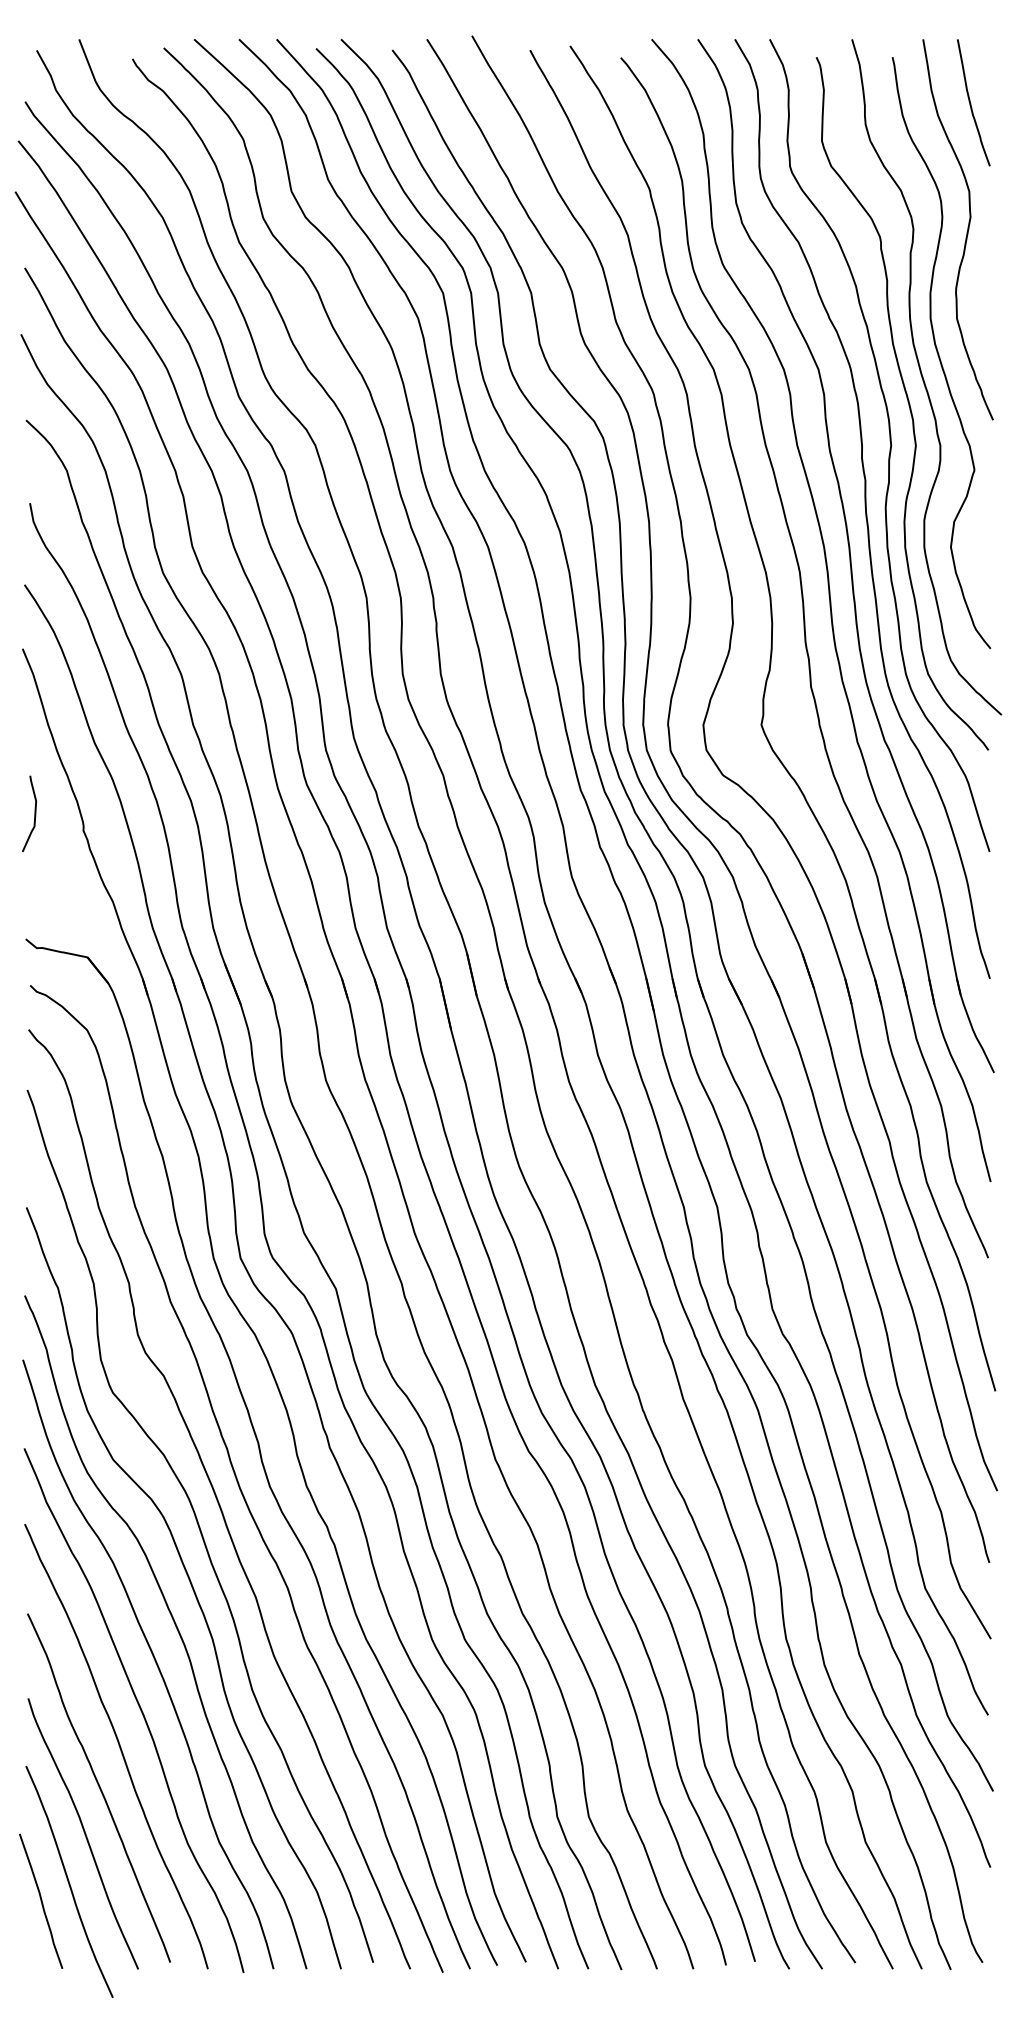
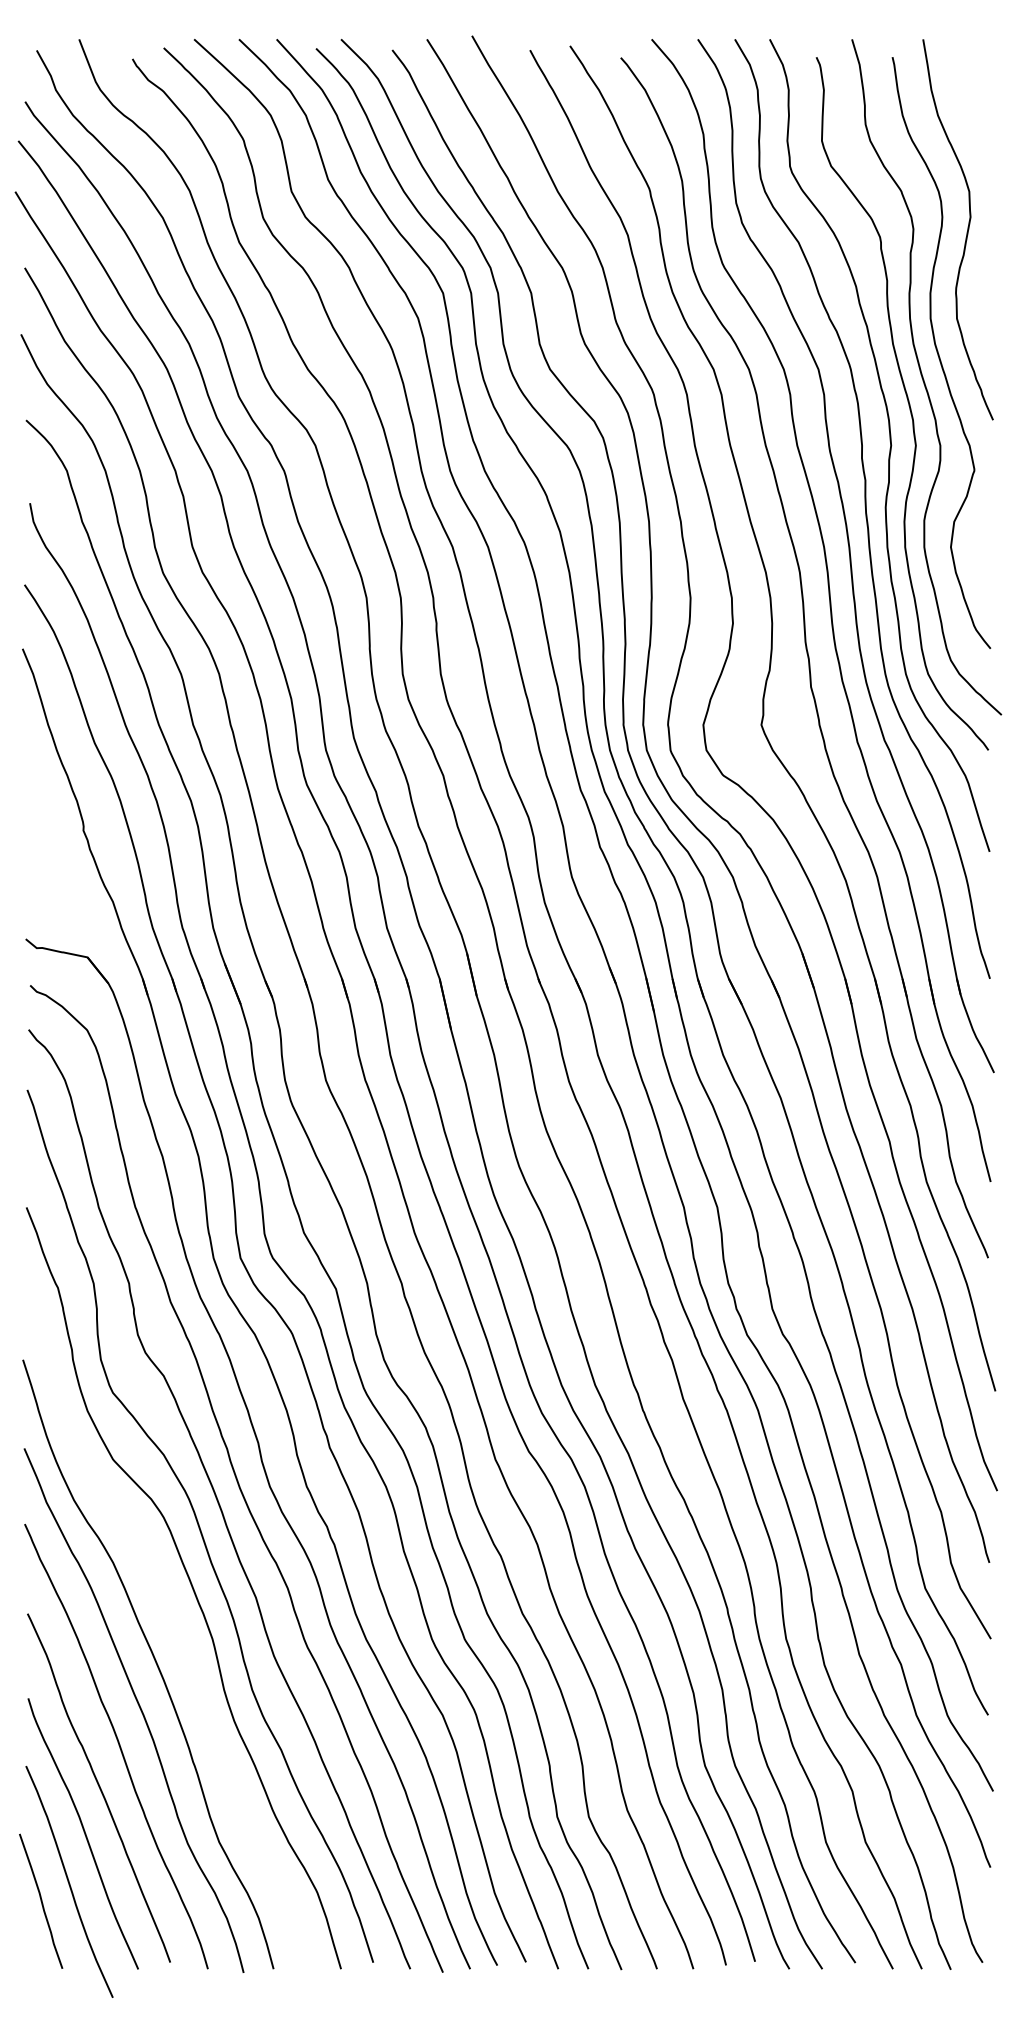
curve at (971, 103): present -> none
curve at (34, 813): present -> none
curve at (175, 1627): present -> none
